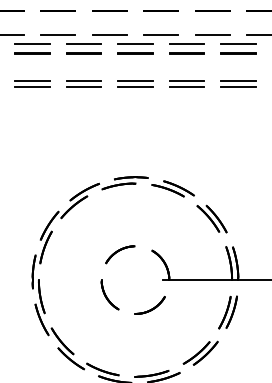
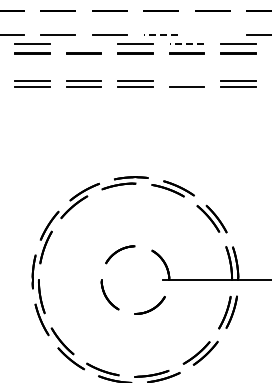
line at (160, 34): solid -> dashed
line at (212, 34): present -> none
line at (83, 43): present -> none
line at (186, 43): solid -> dashed
line at (186, 81): present -> none
